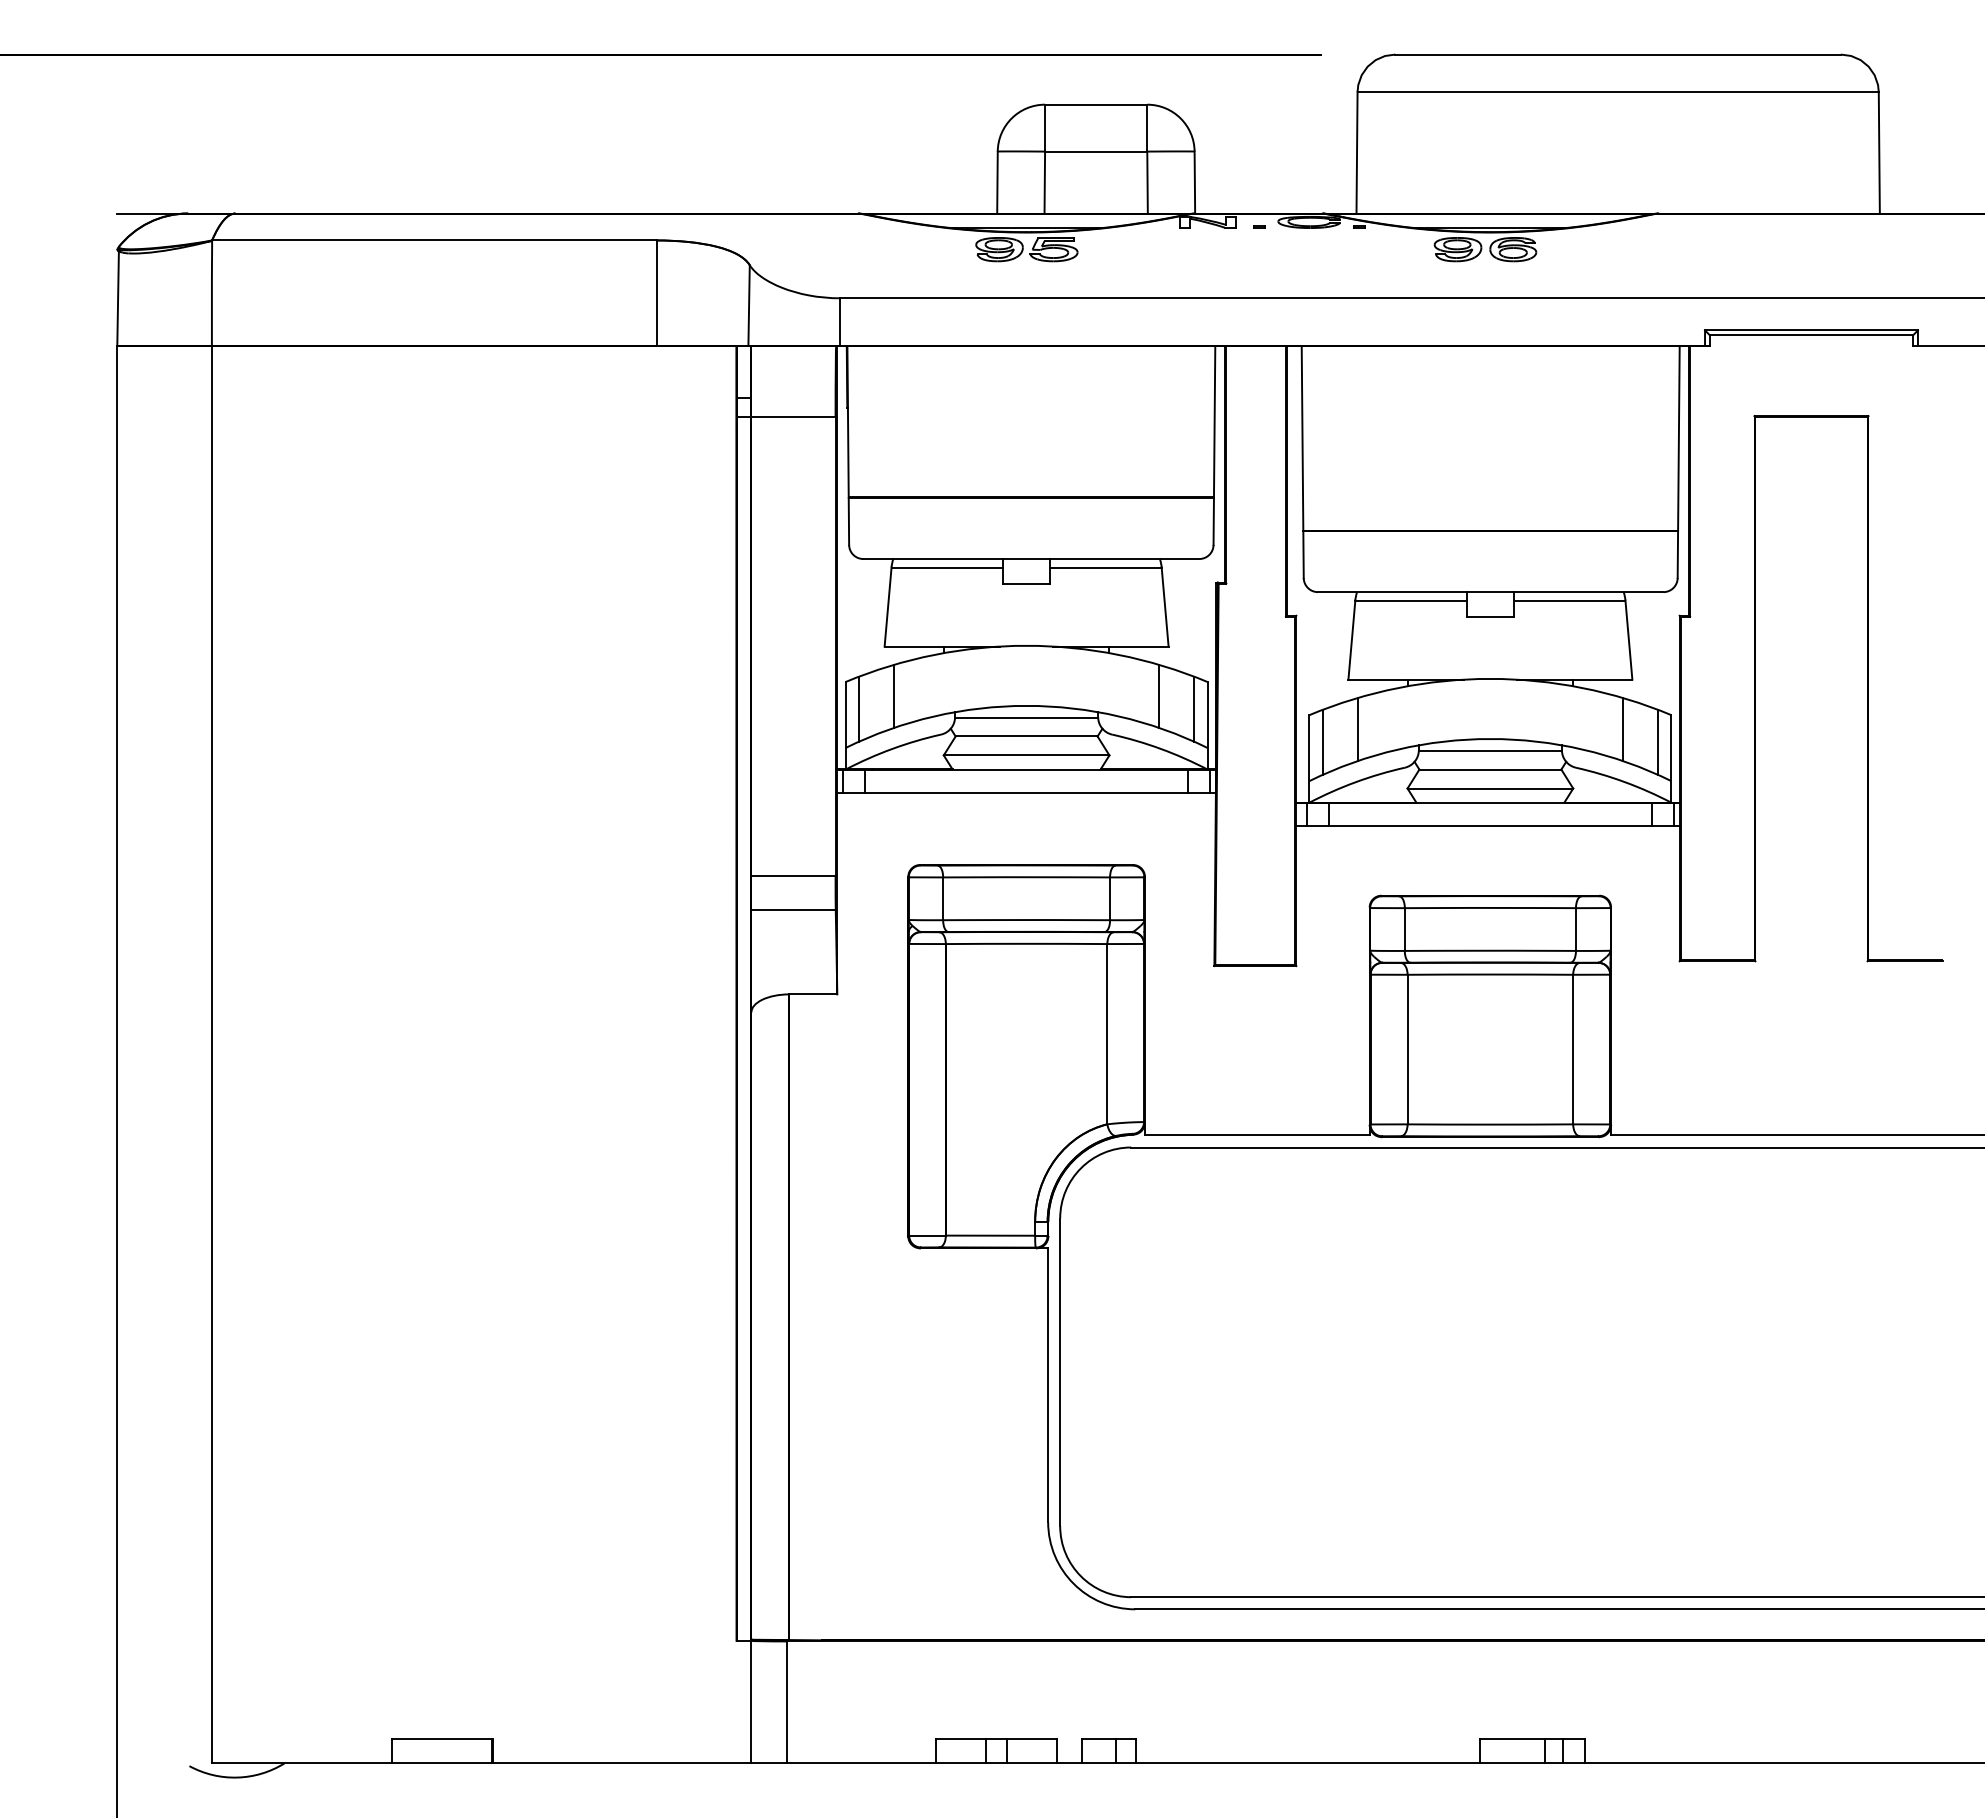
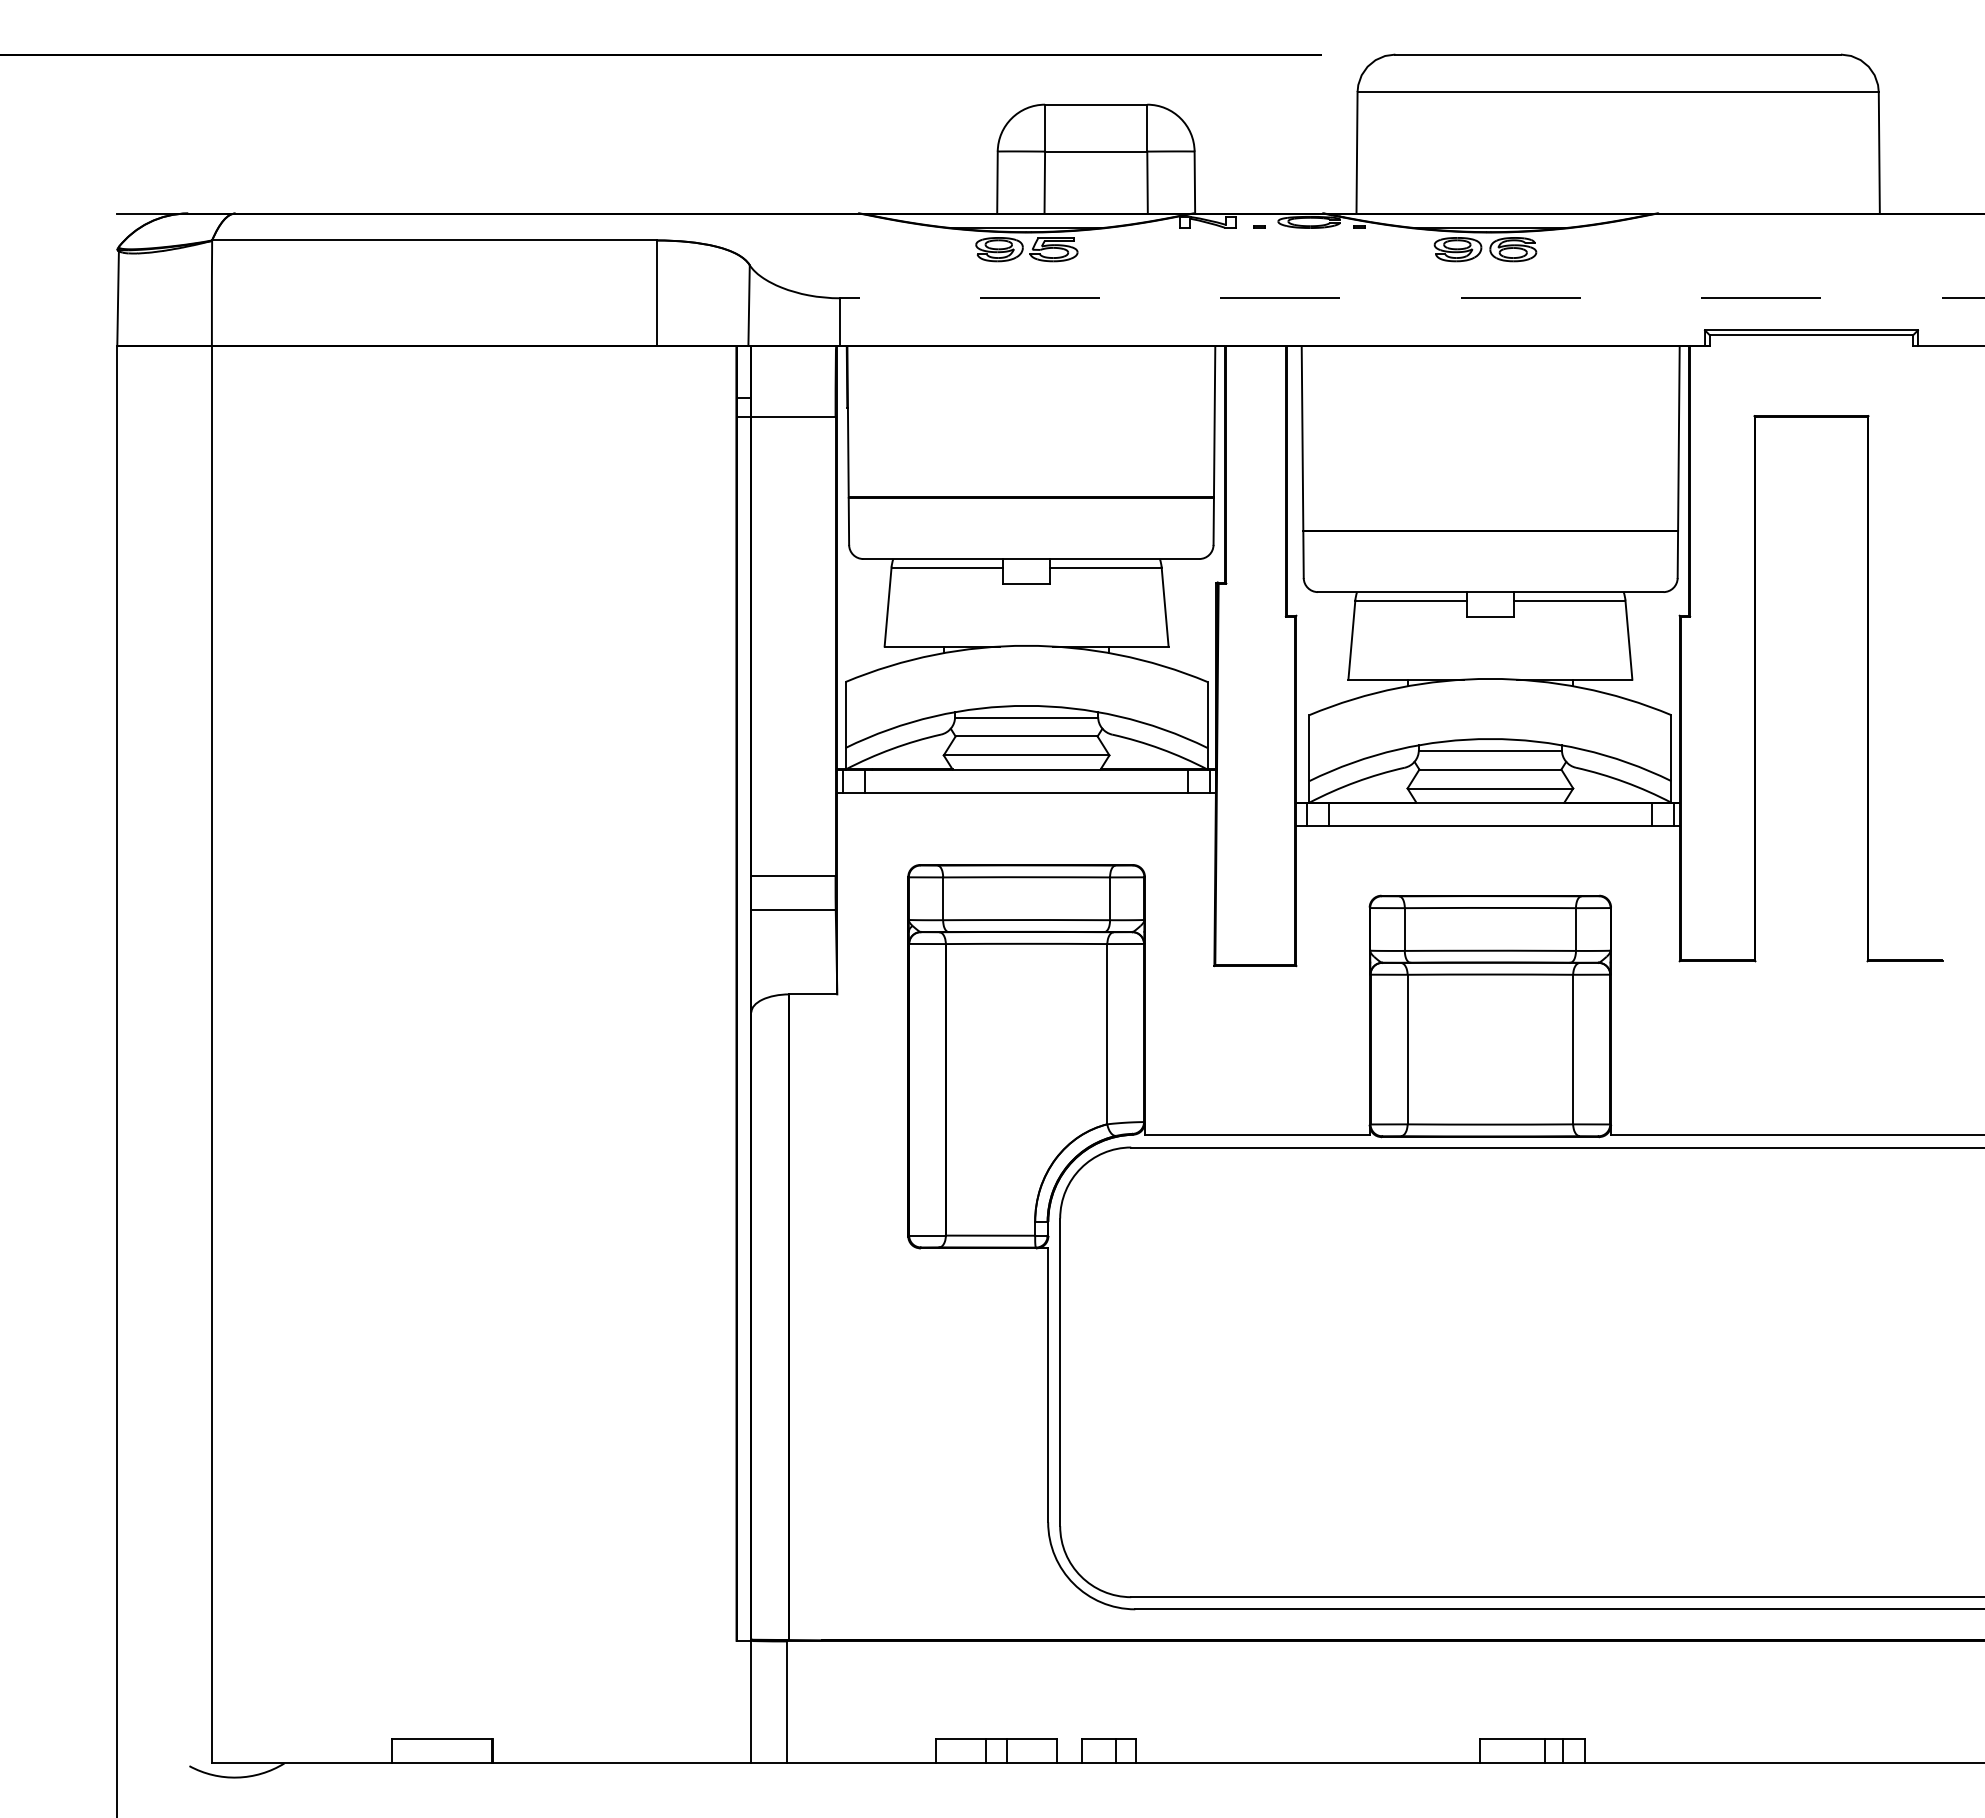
line at (1412, 298): solid -> dashed
line at (893, 696): present -> none
line at (1159, 696): present -> none
line at (858, 708): present -> none
line at (1194, 708): present -> none
line at (1357, 729): present -> none
line at (1623, 729): present -> none
line at (1322, 741): present -> none
line at (1658, 741): present -> none
